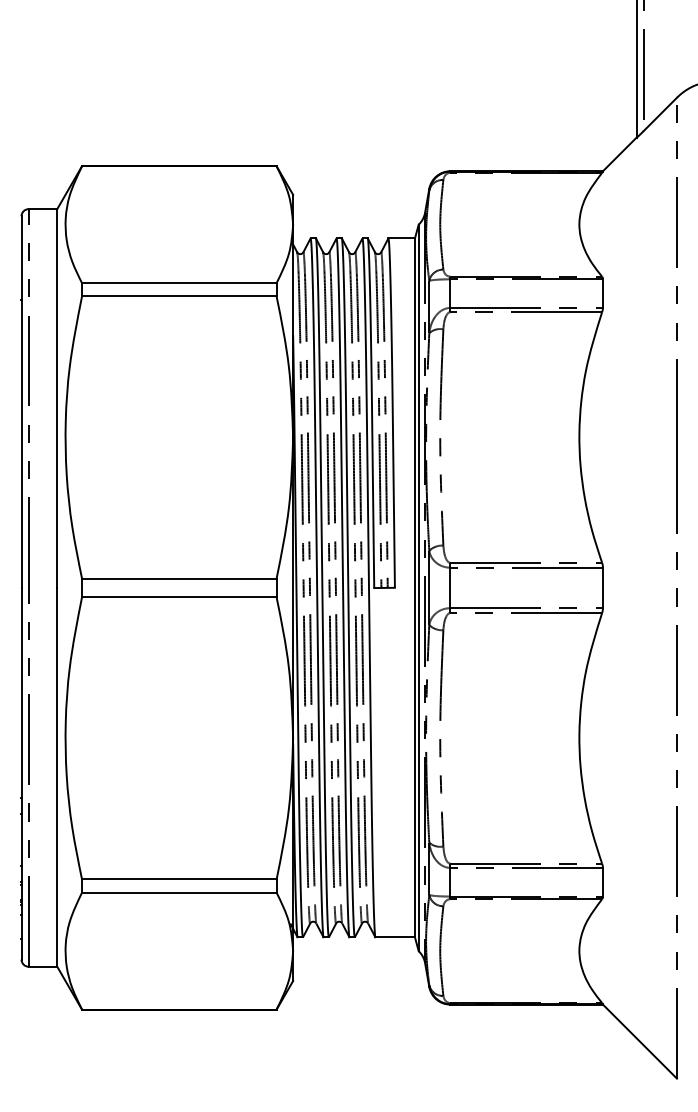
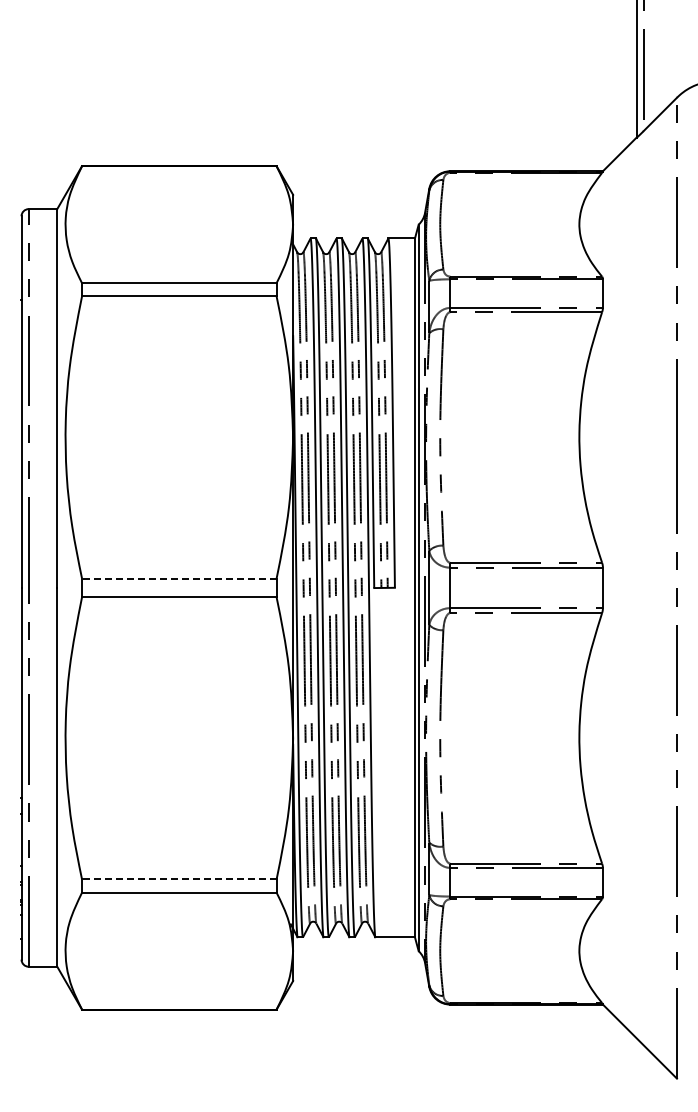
line at (178, 578): solid -> dashed
line at (178, 879): solid -> dashed
